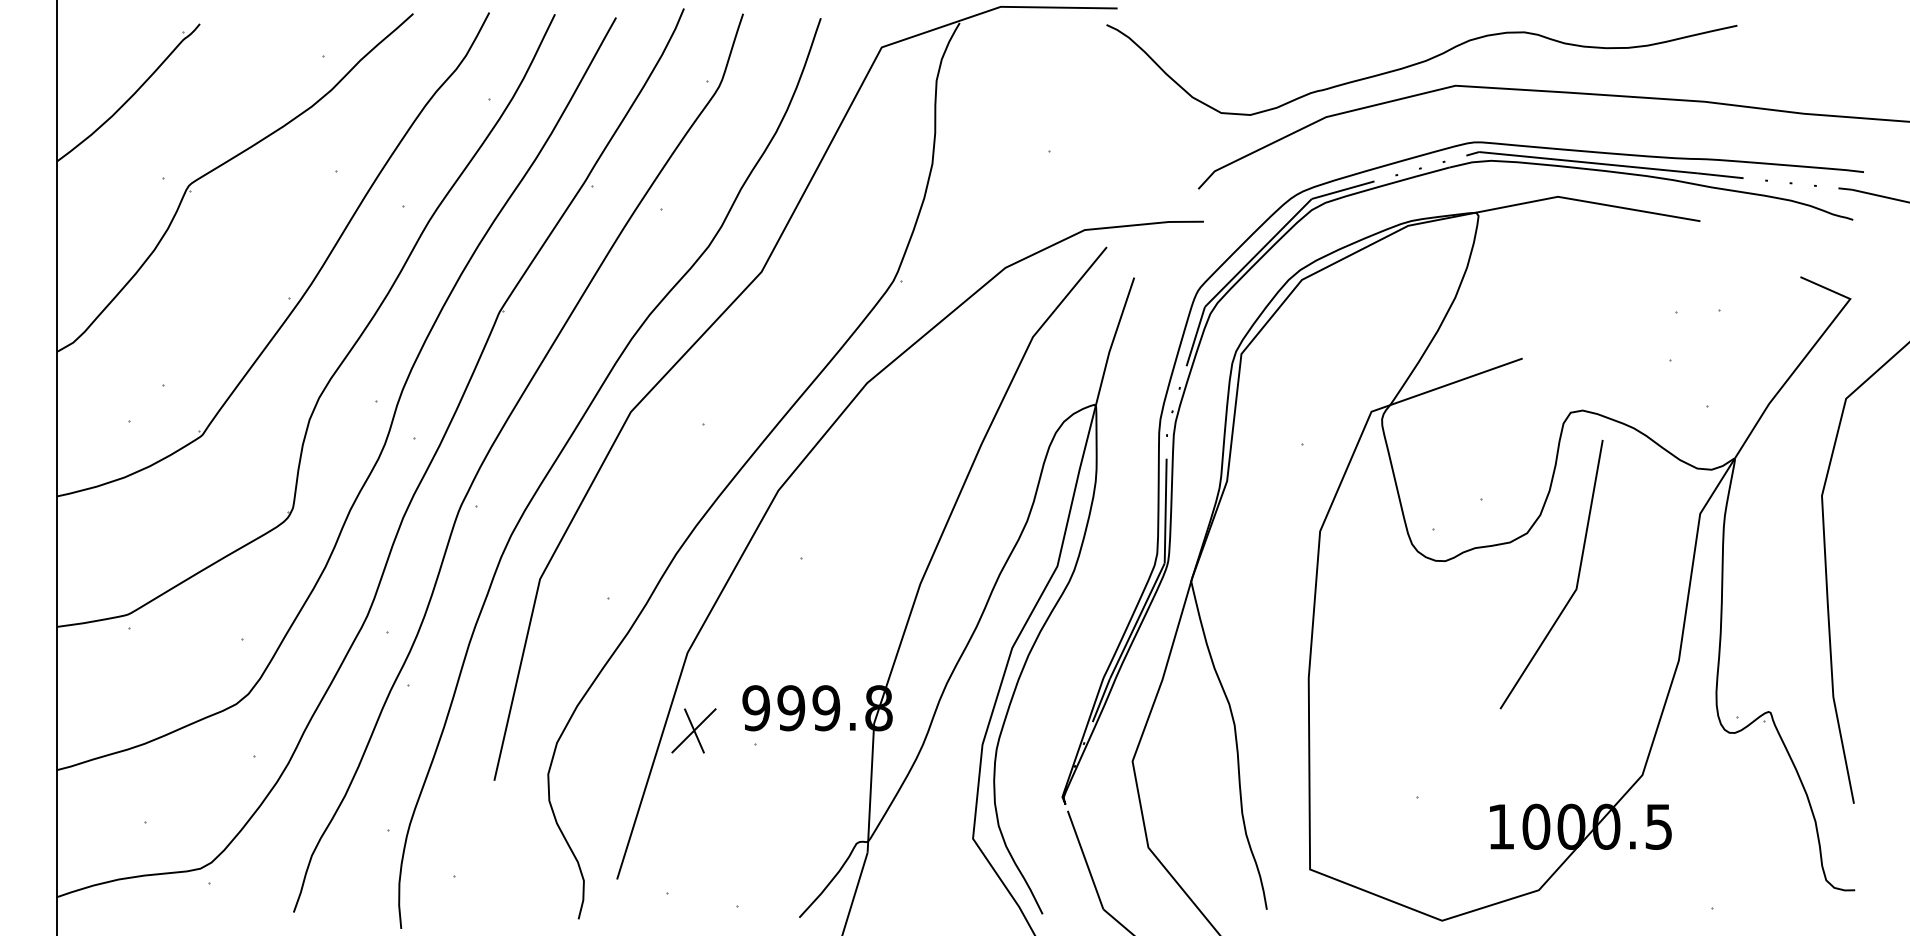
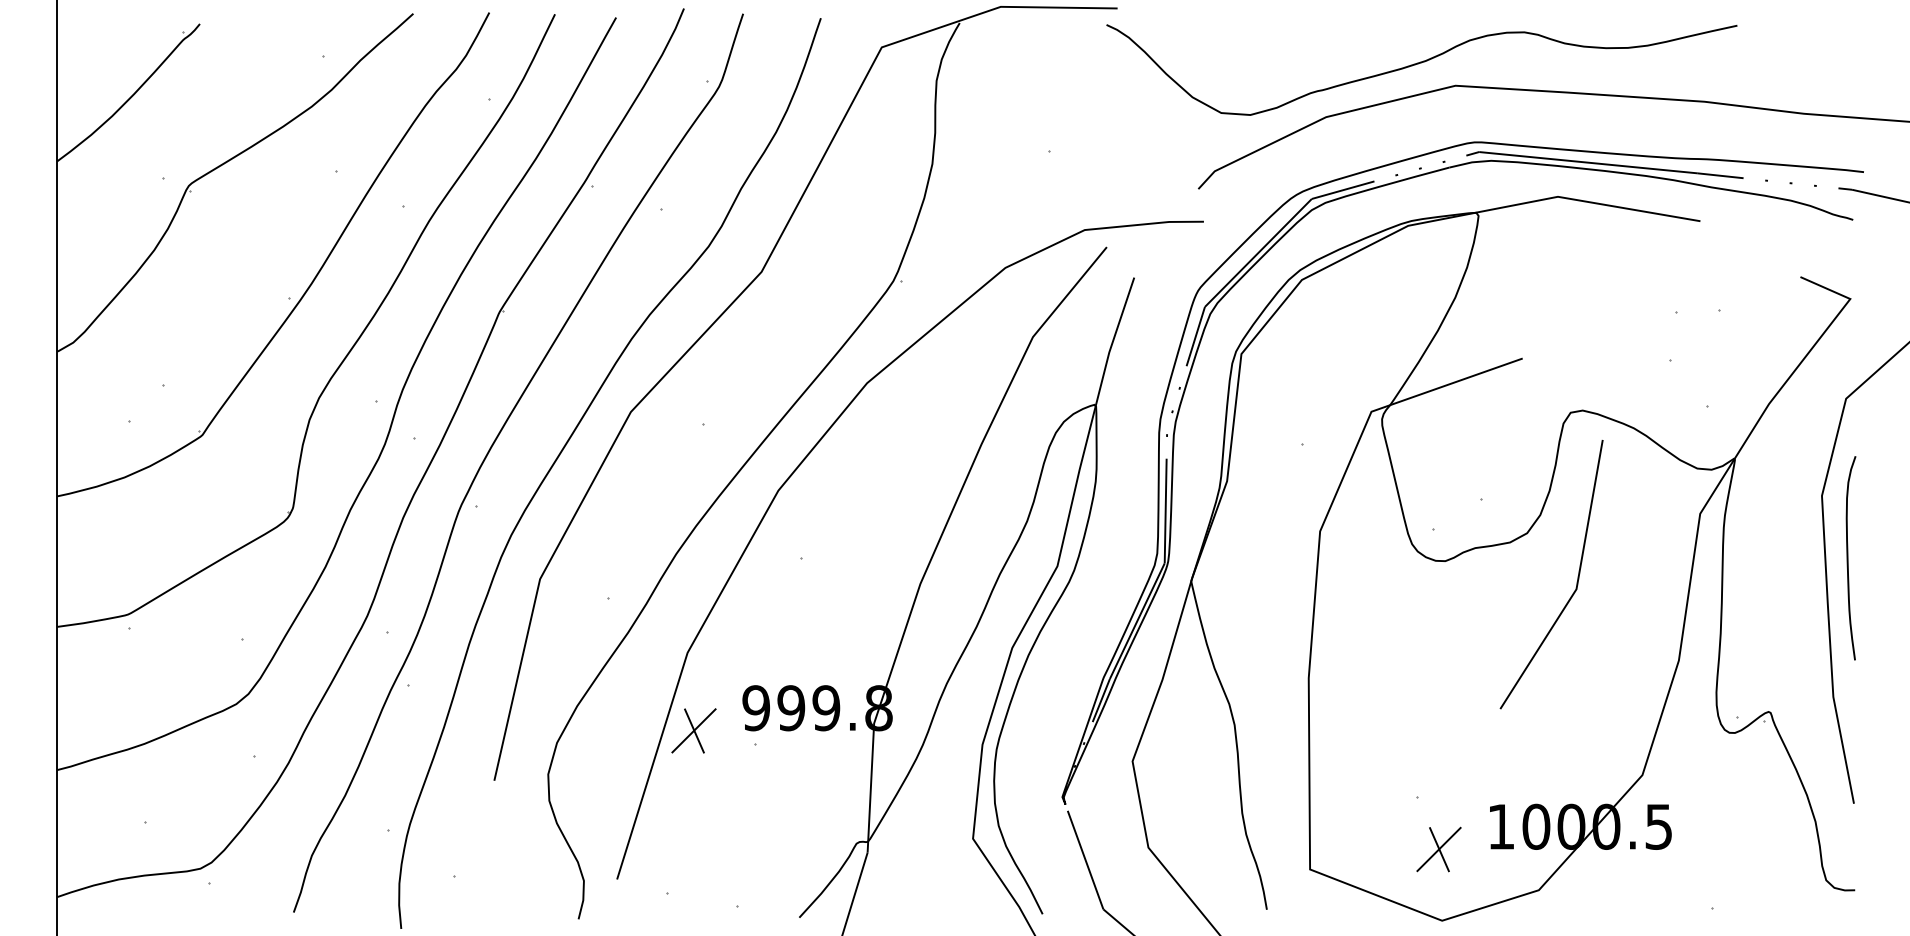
curve at (1848, 558): none -> present
part at (1438, 849): none -> present
